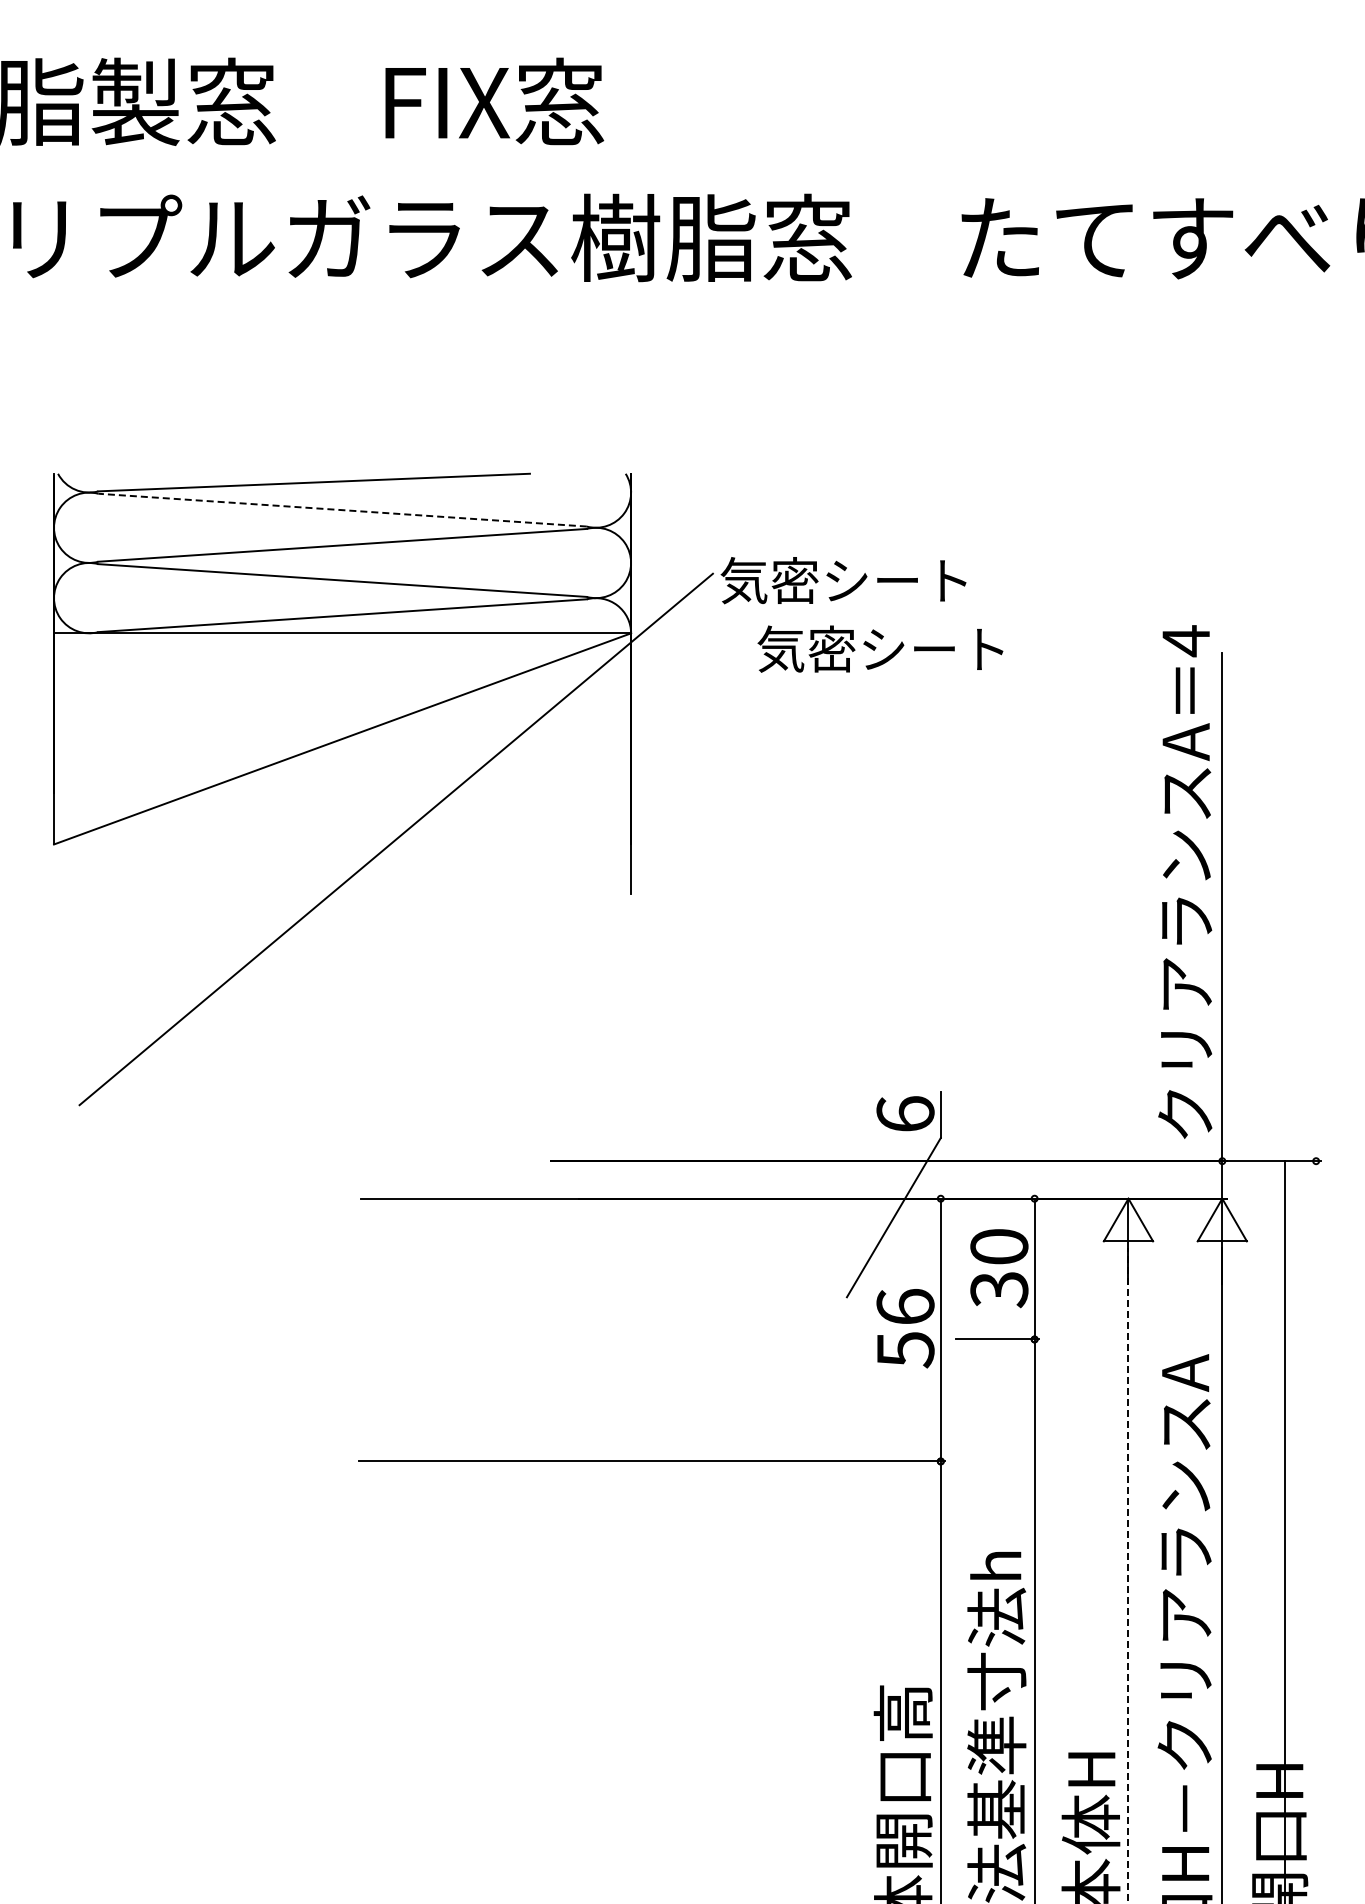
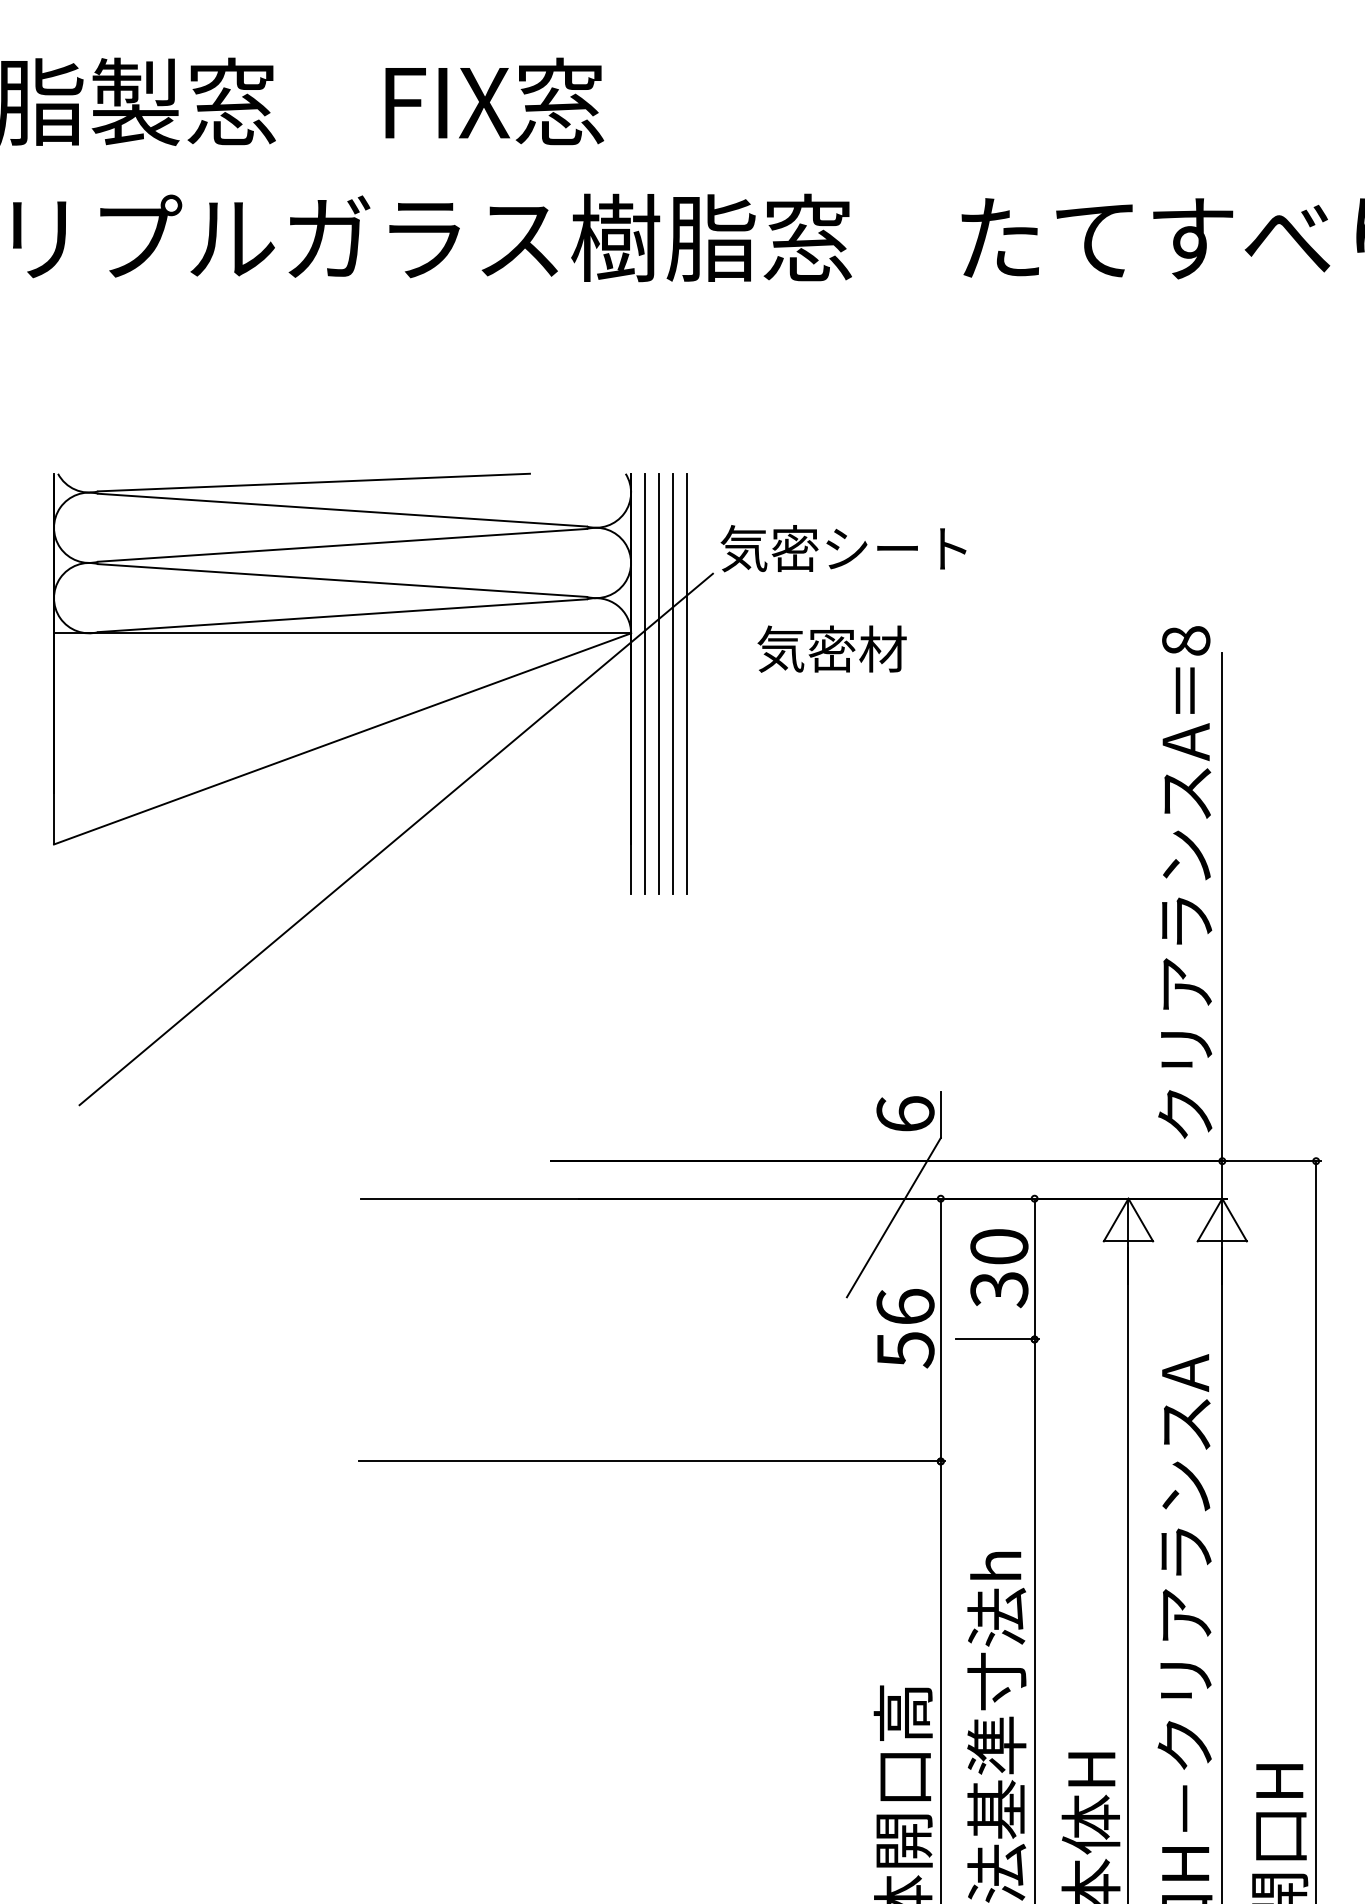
line at (342, 510): dashed -> solid
text at (843, 580) position: (843, 580) -> (843, 548)
text at (1186, 641): 4 -> 8
text at (931, 648): 気密シート -> 気密材
line at (645, 683): none -> present
line at (659, 683): none -> present
line at (673, 683): none -> present
line at (687, 683): none -> present
line at (1285, 1530) position: (1285, 1530) -> (1316, 1530)
line at (1128, 1575): dashed -> solid
